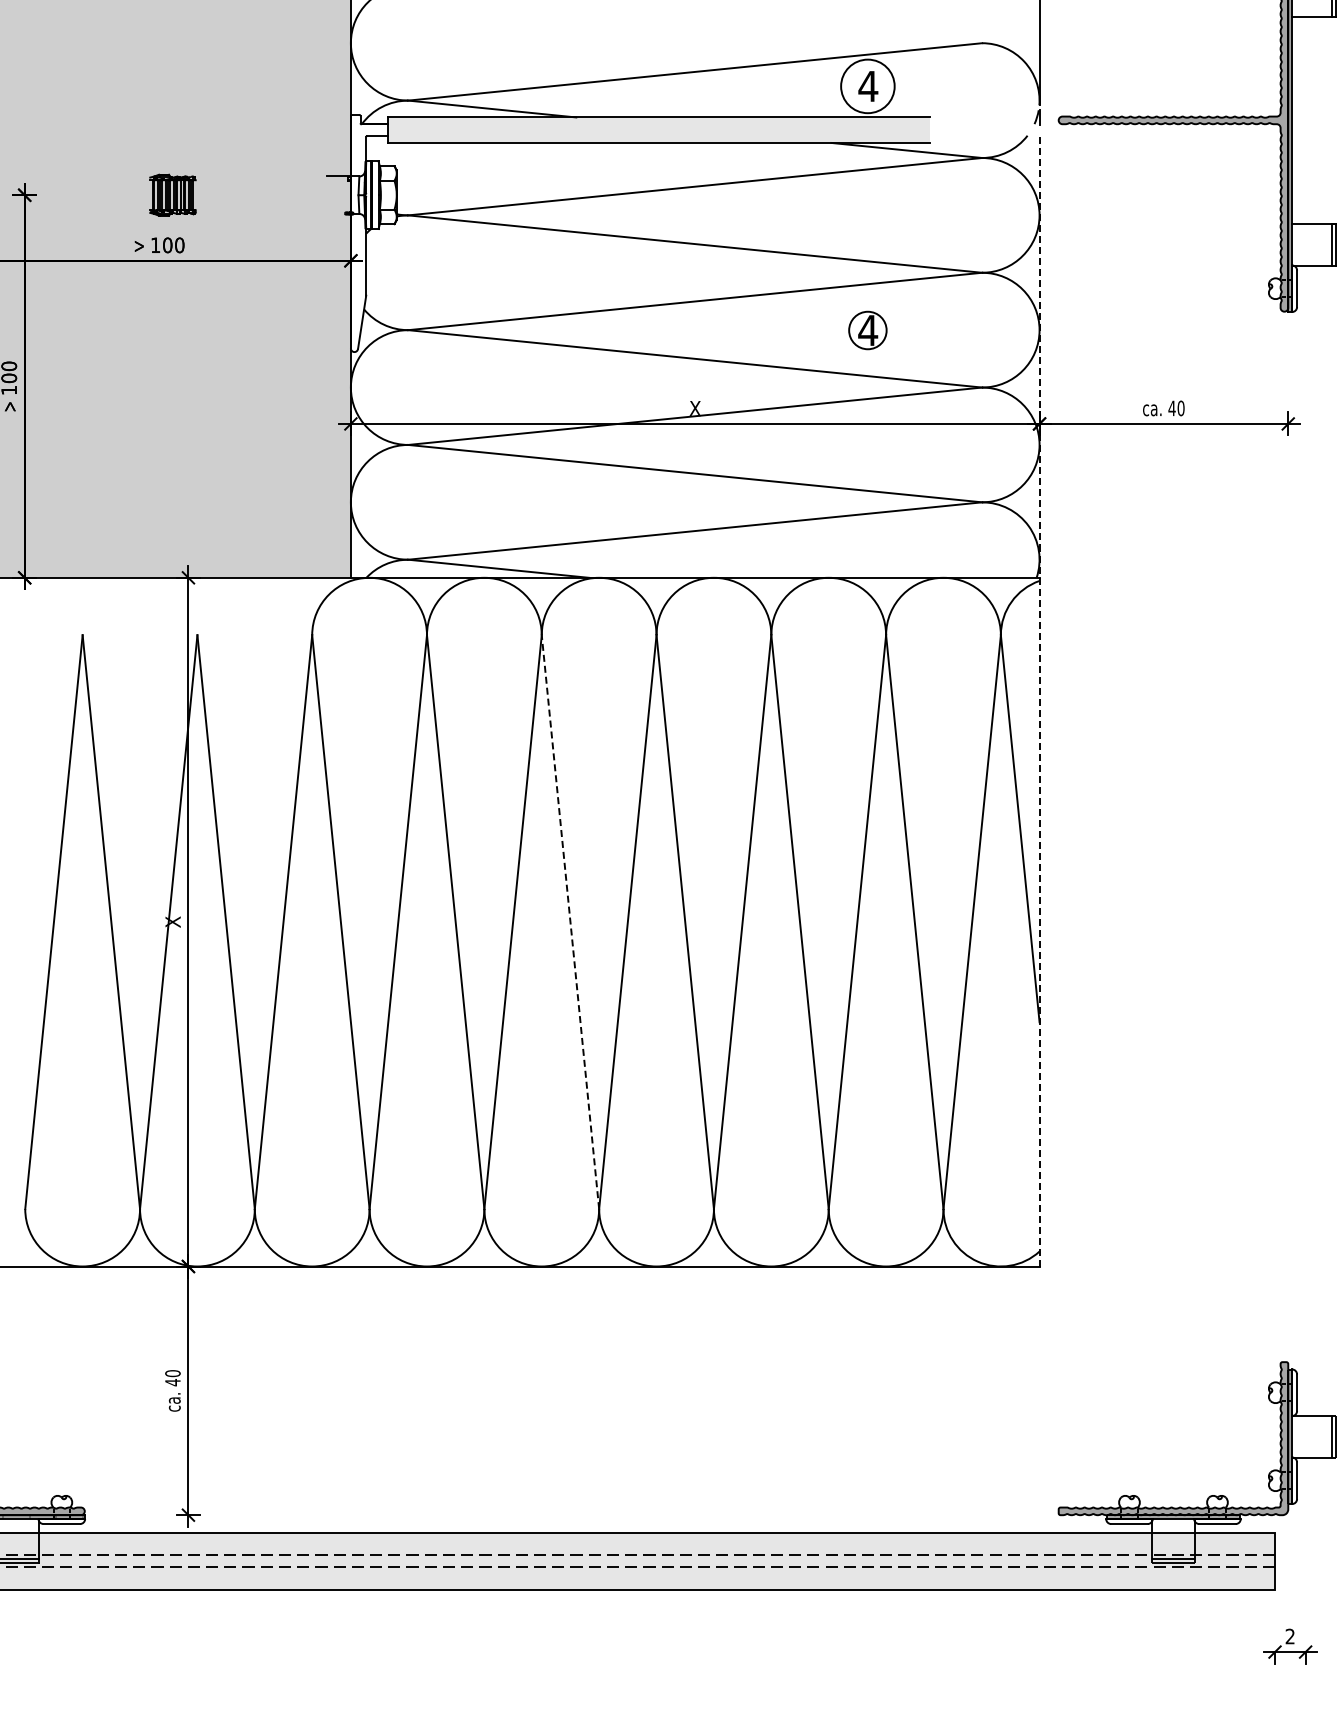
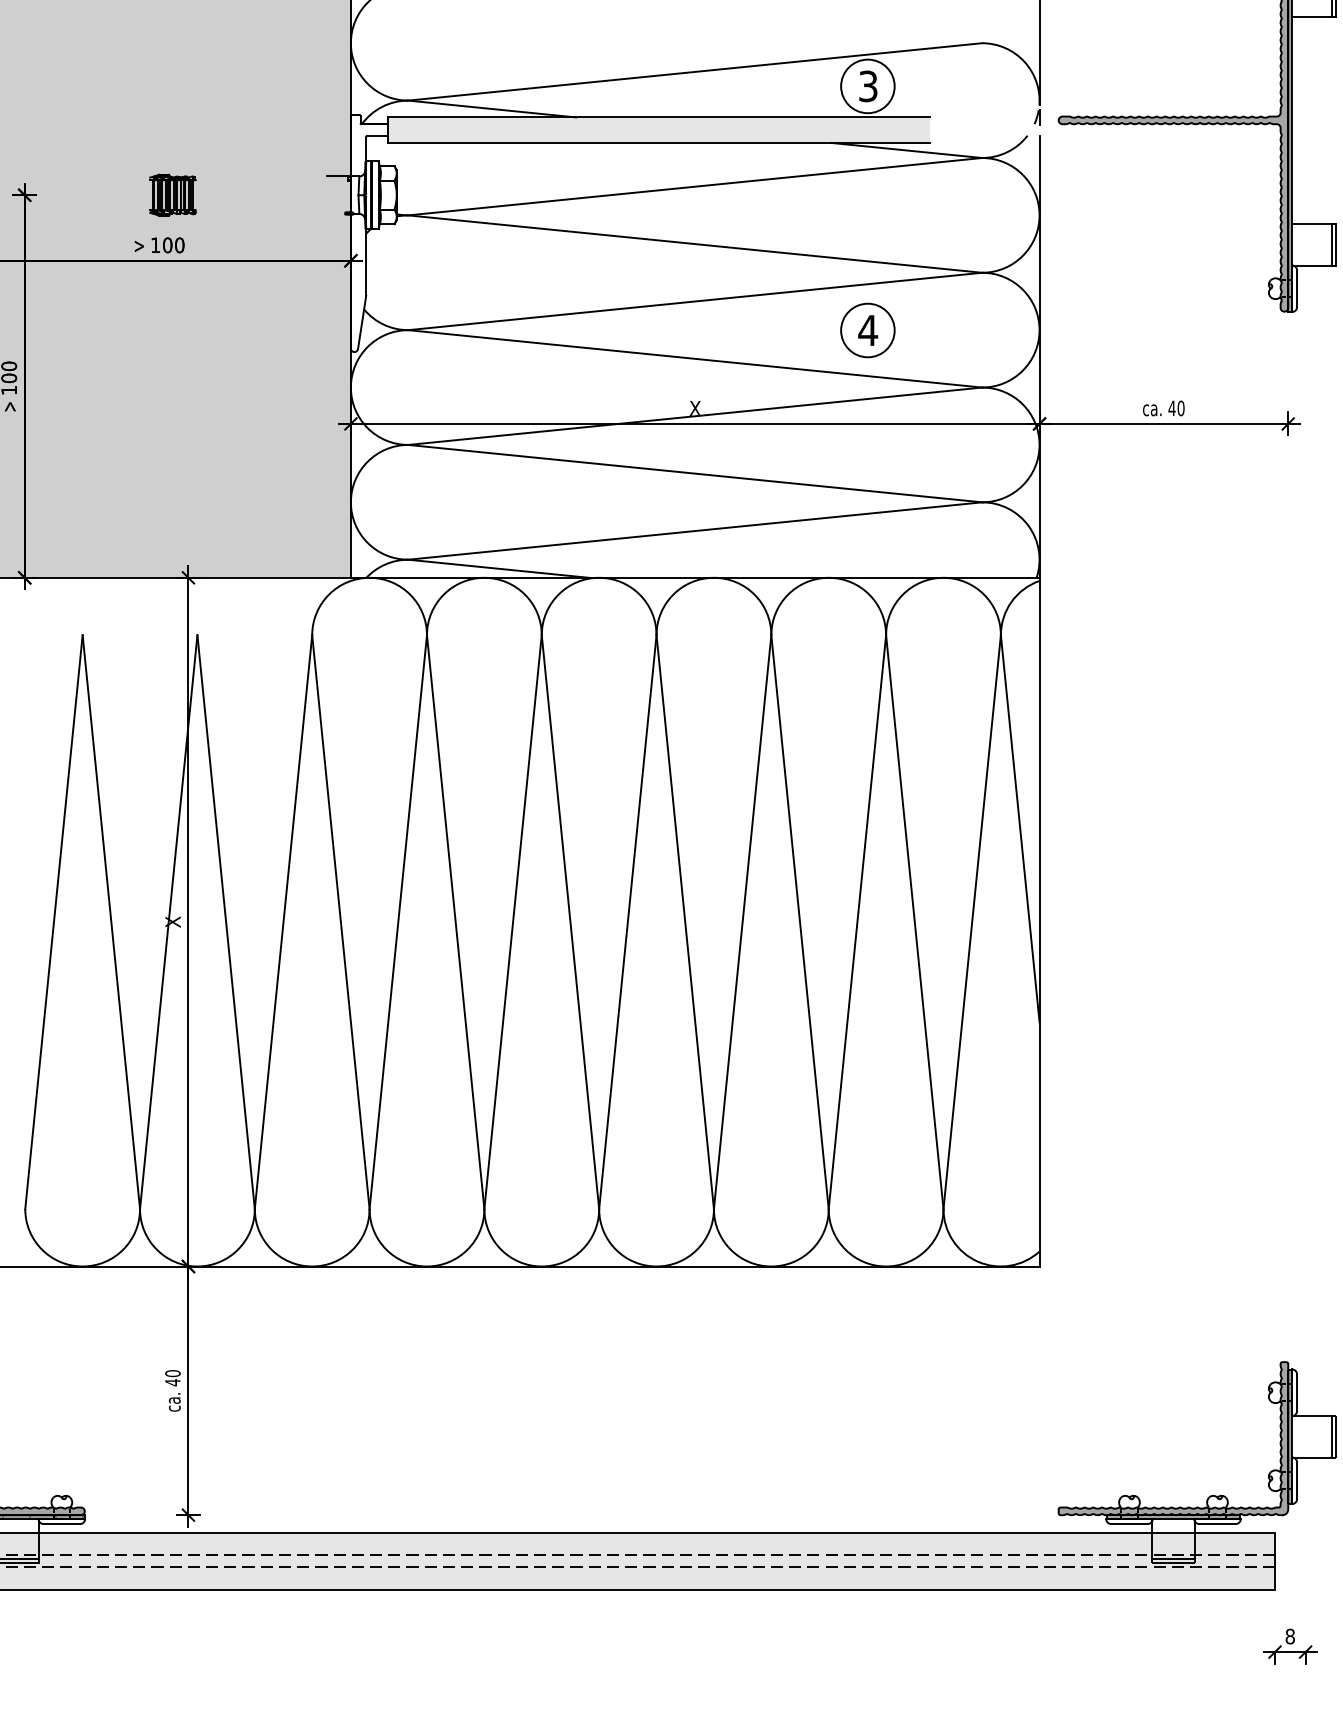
text at (868, 86): 4 -> 3
circle at (867, 330) diameter: 37 px -> 54 px
line at (1039, 700): dashed -> solid
line at (570, 921): dashed -> solid
text at (1289, 1636): 2 -> 8
